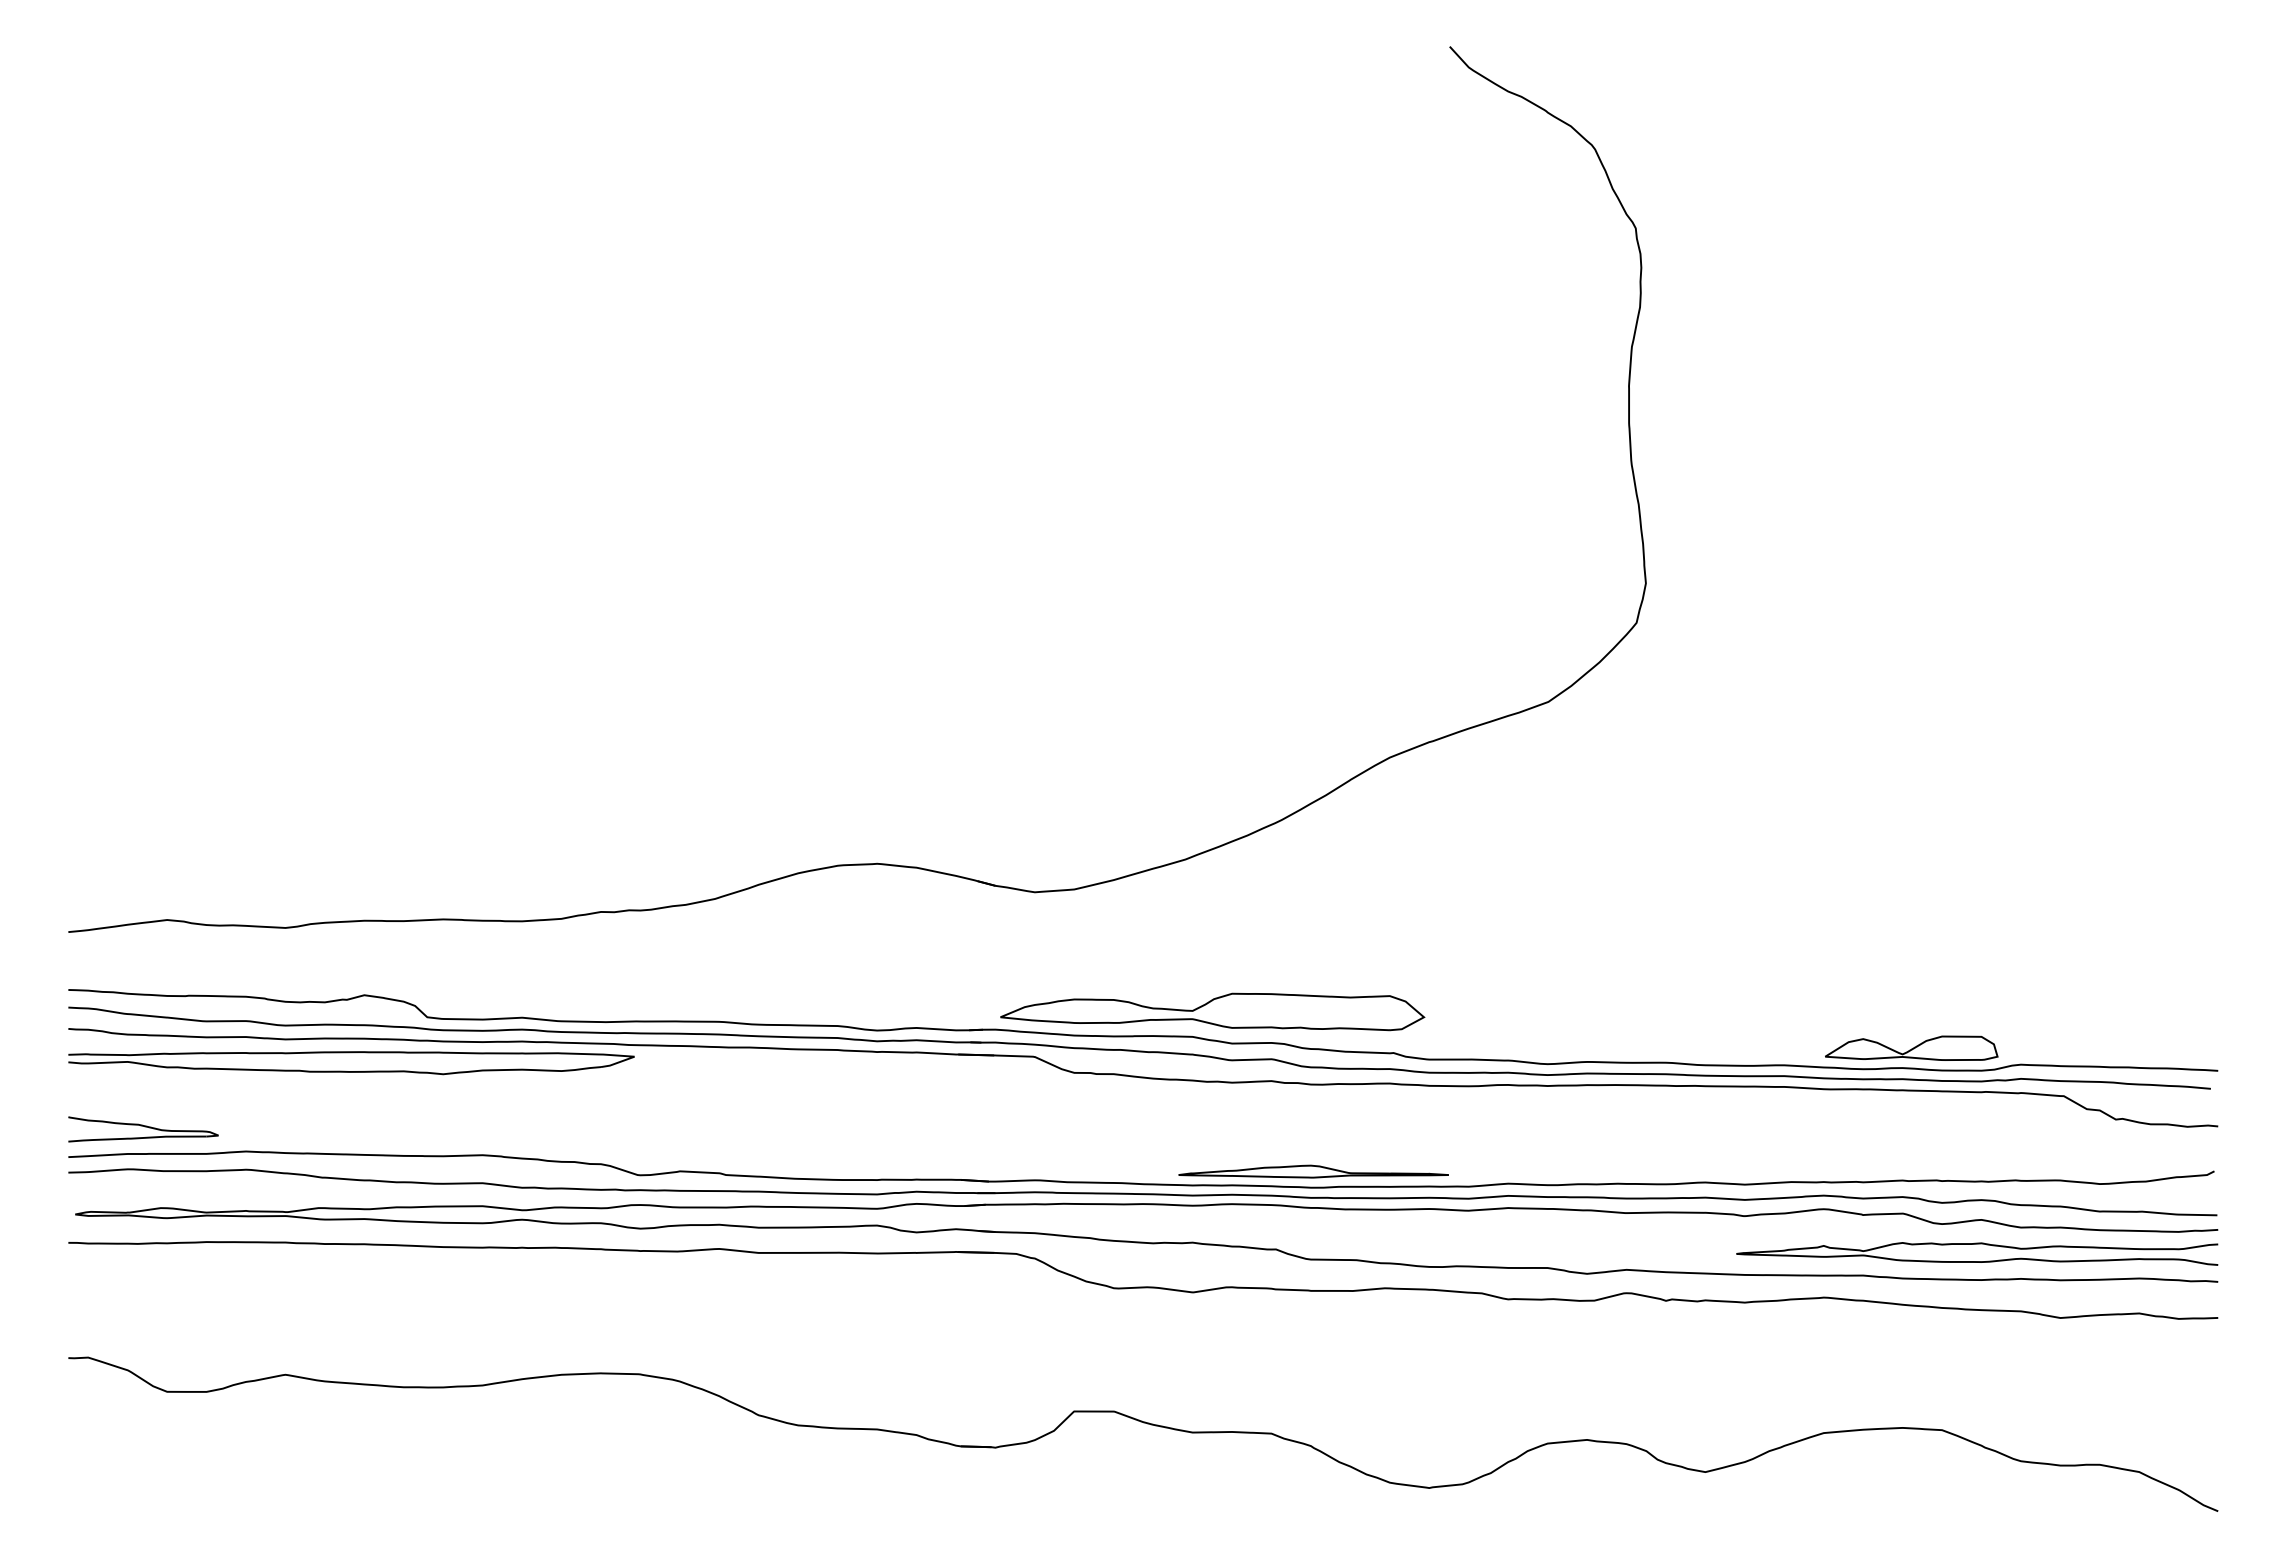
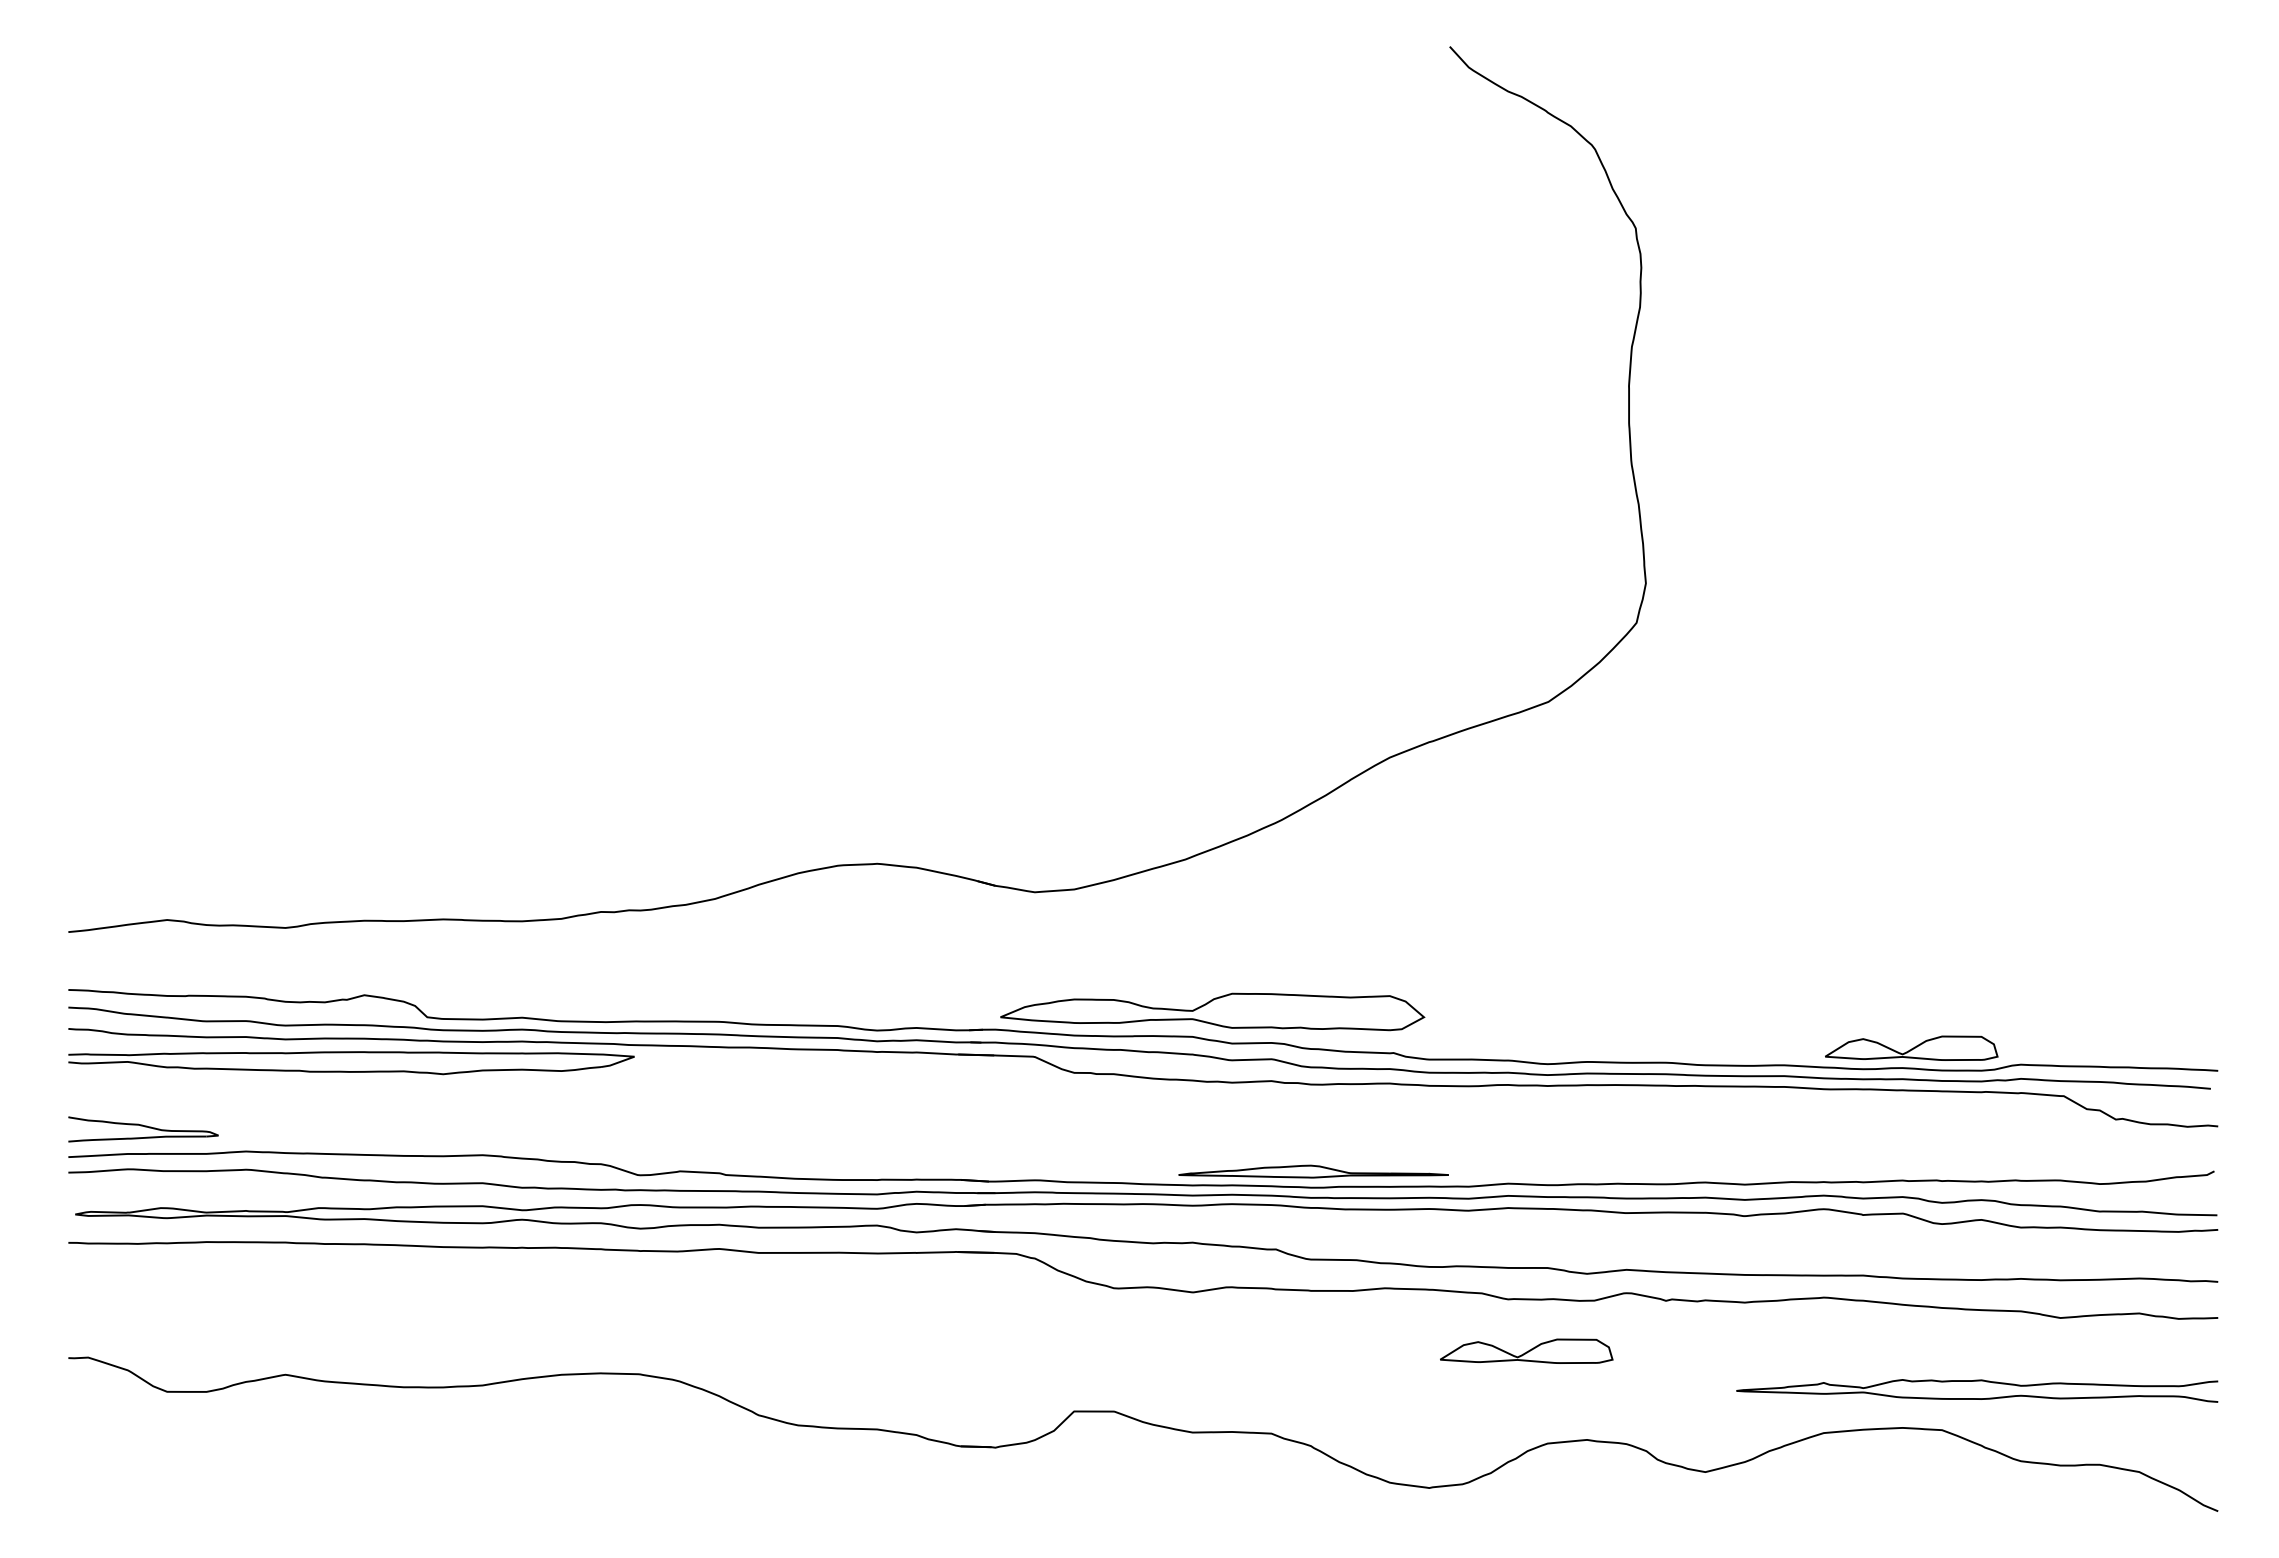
curve at (1977, 1261) position: (1977, 1261) -> (1977, 1398)
part at (1526, 1350): none -> present
